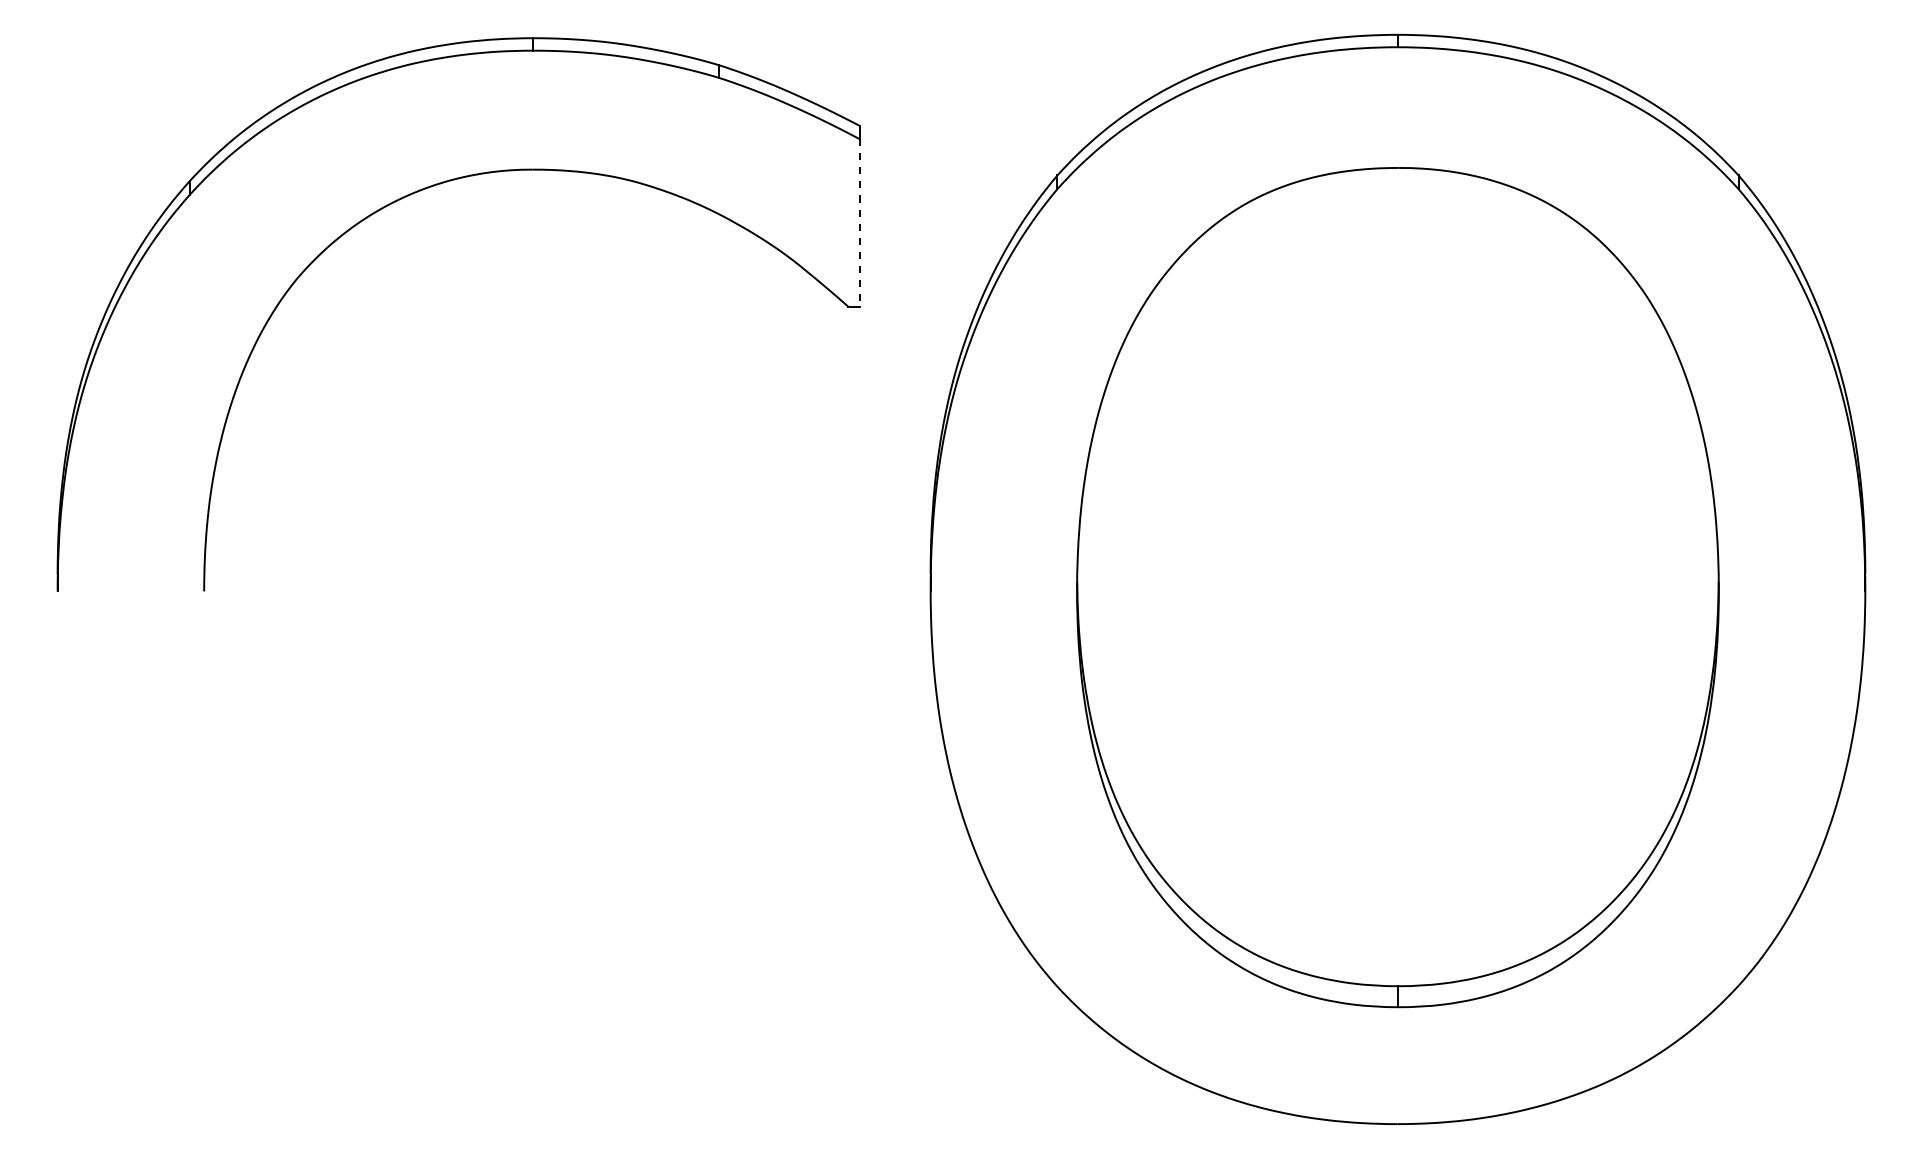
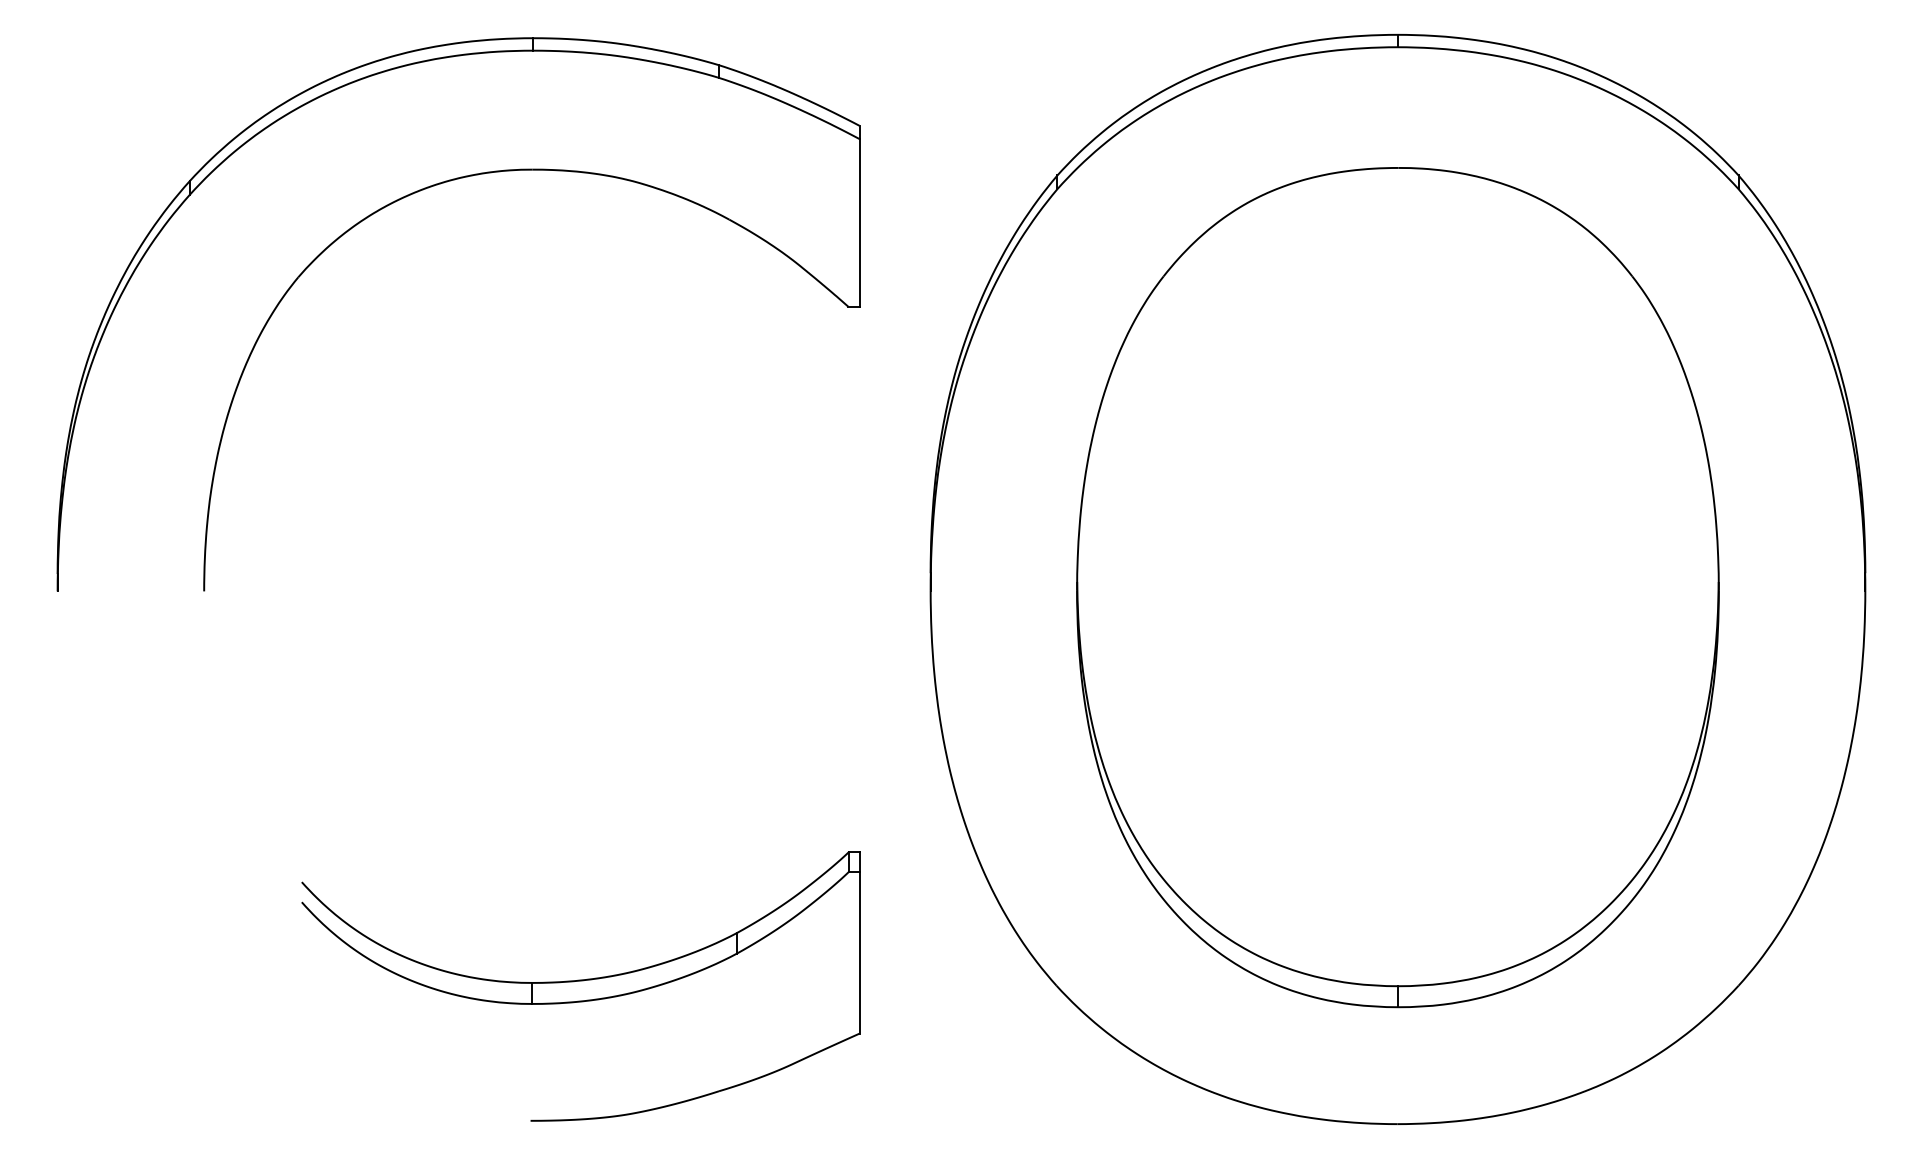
line at (859, 222): dashed -> solid
part at (580, 986): none -> present
